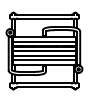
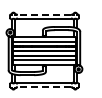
line at (44, 14): solid -> dashed
line at (44, 87): solid -> dashed
